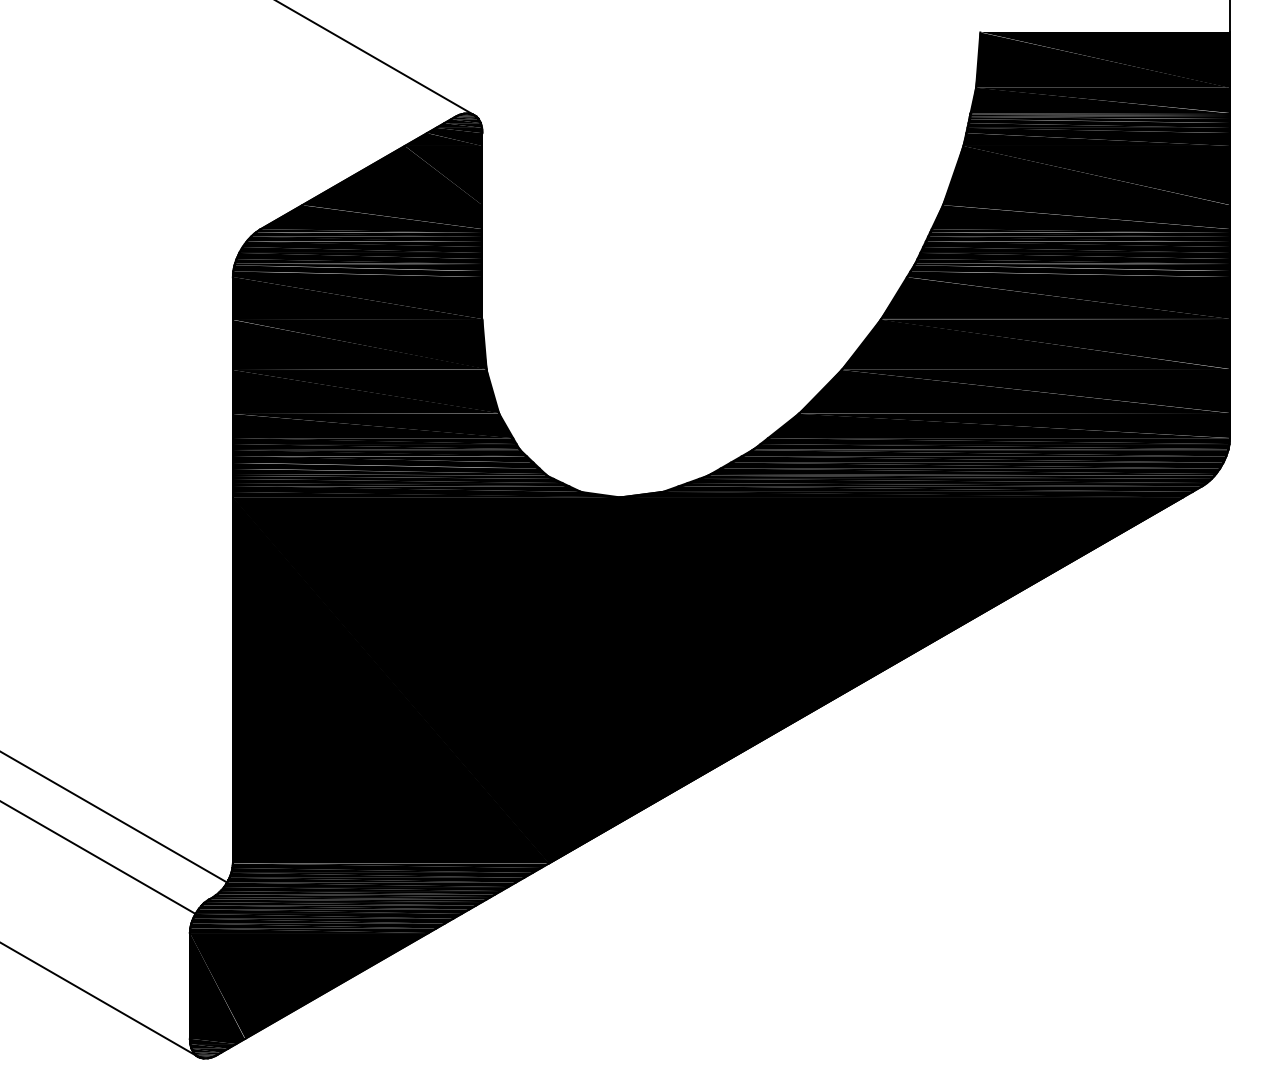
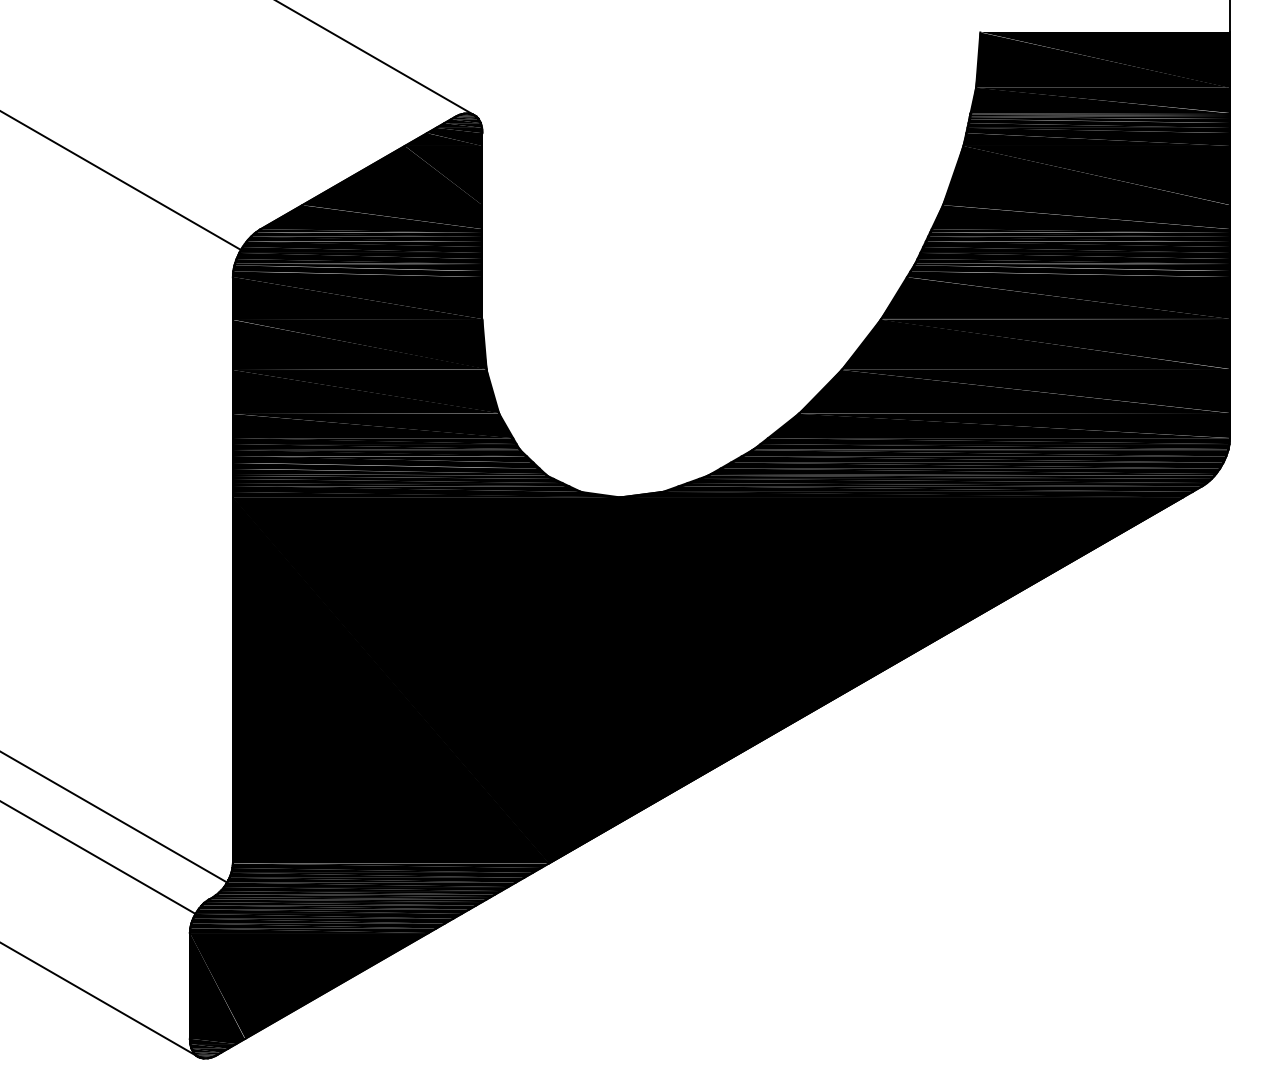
line at (121, 180): none -> present
